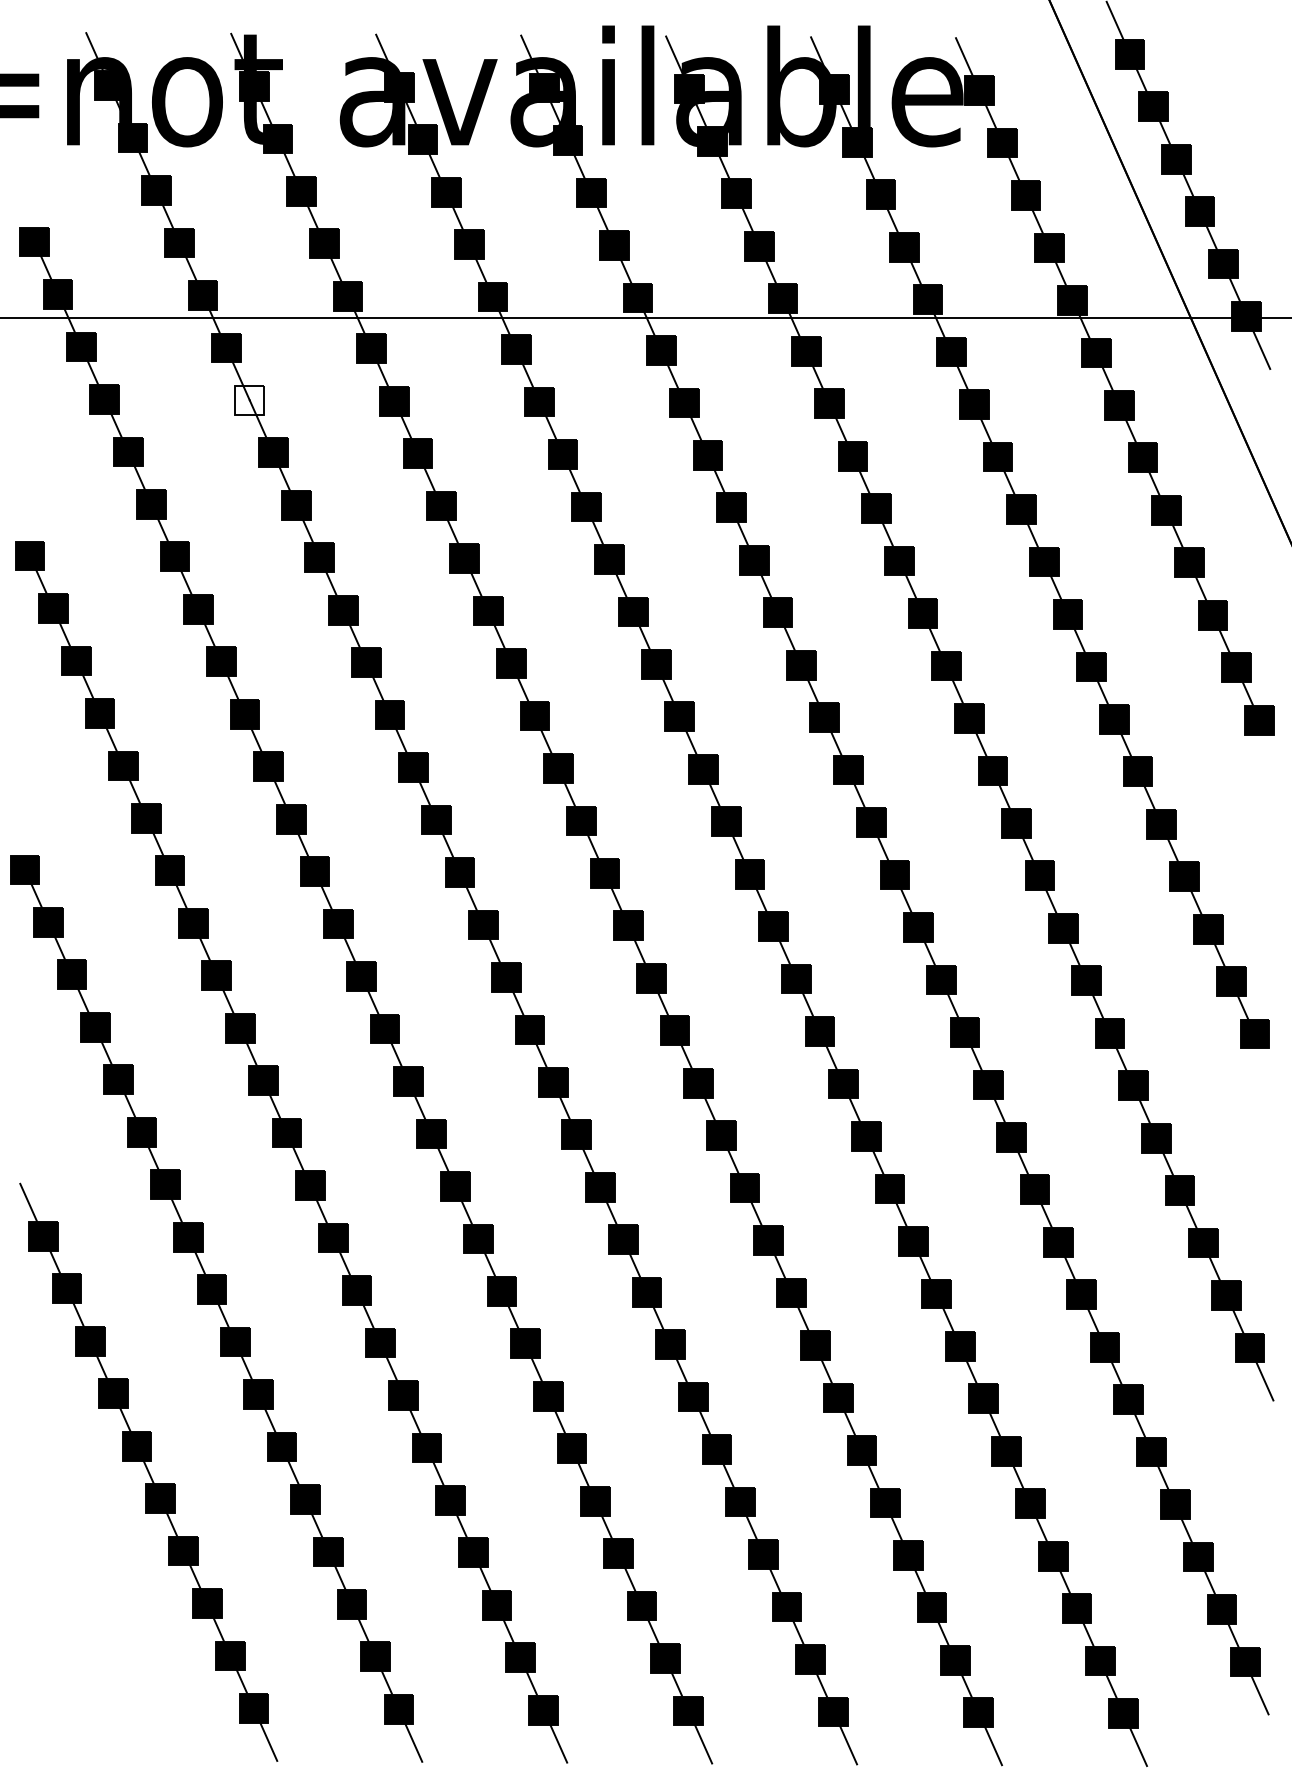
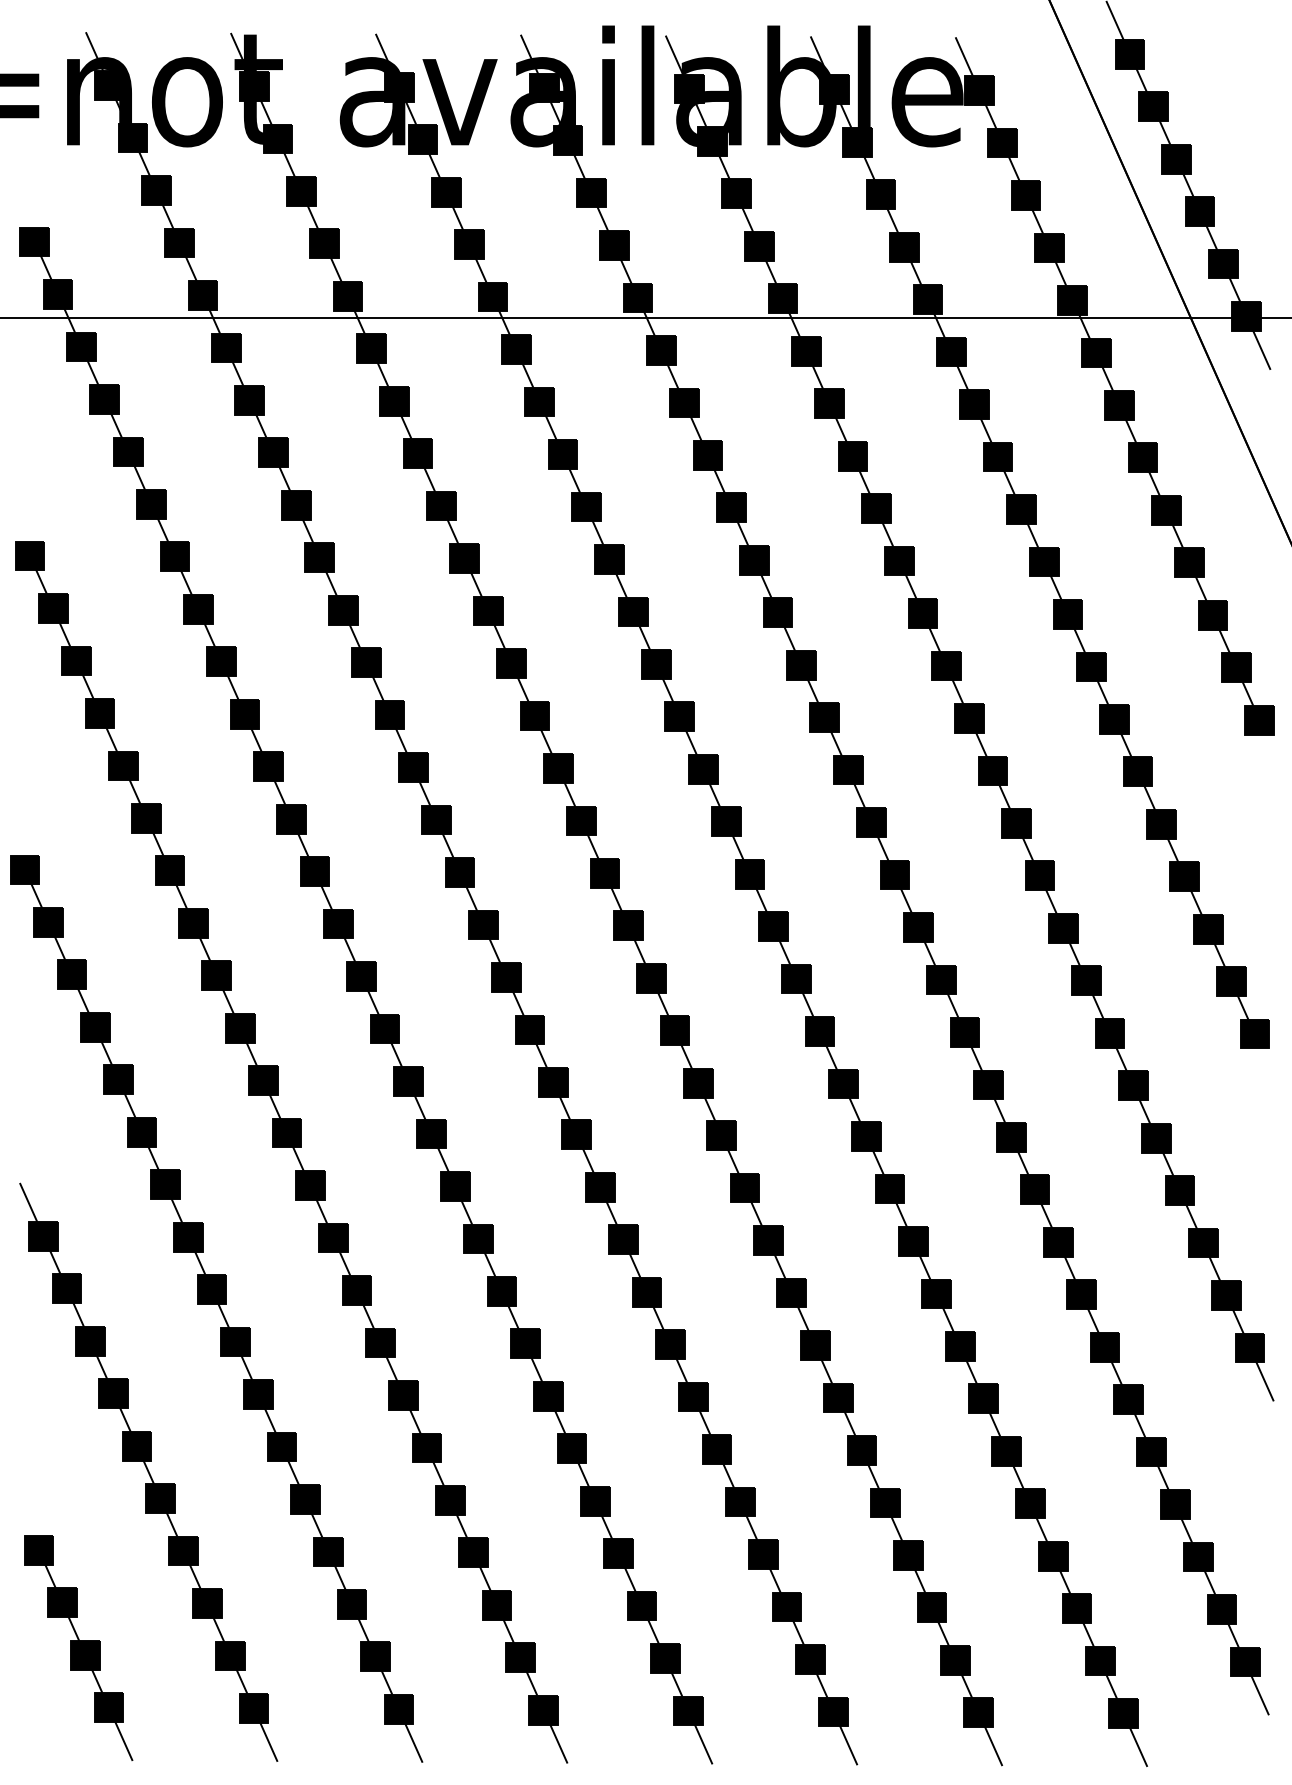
fill at (249, 400): none -> present
part at (78, 1647): none -> present
